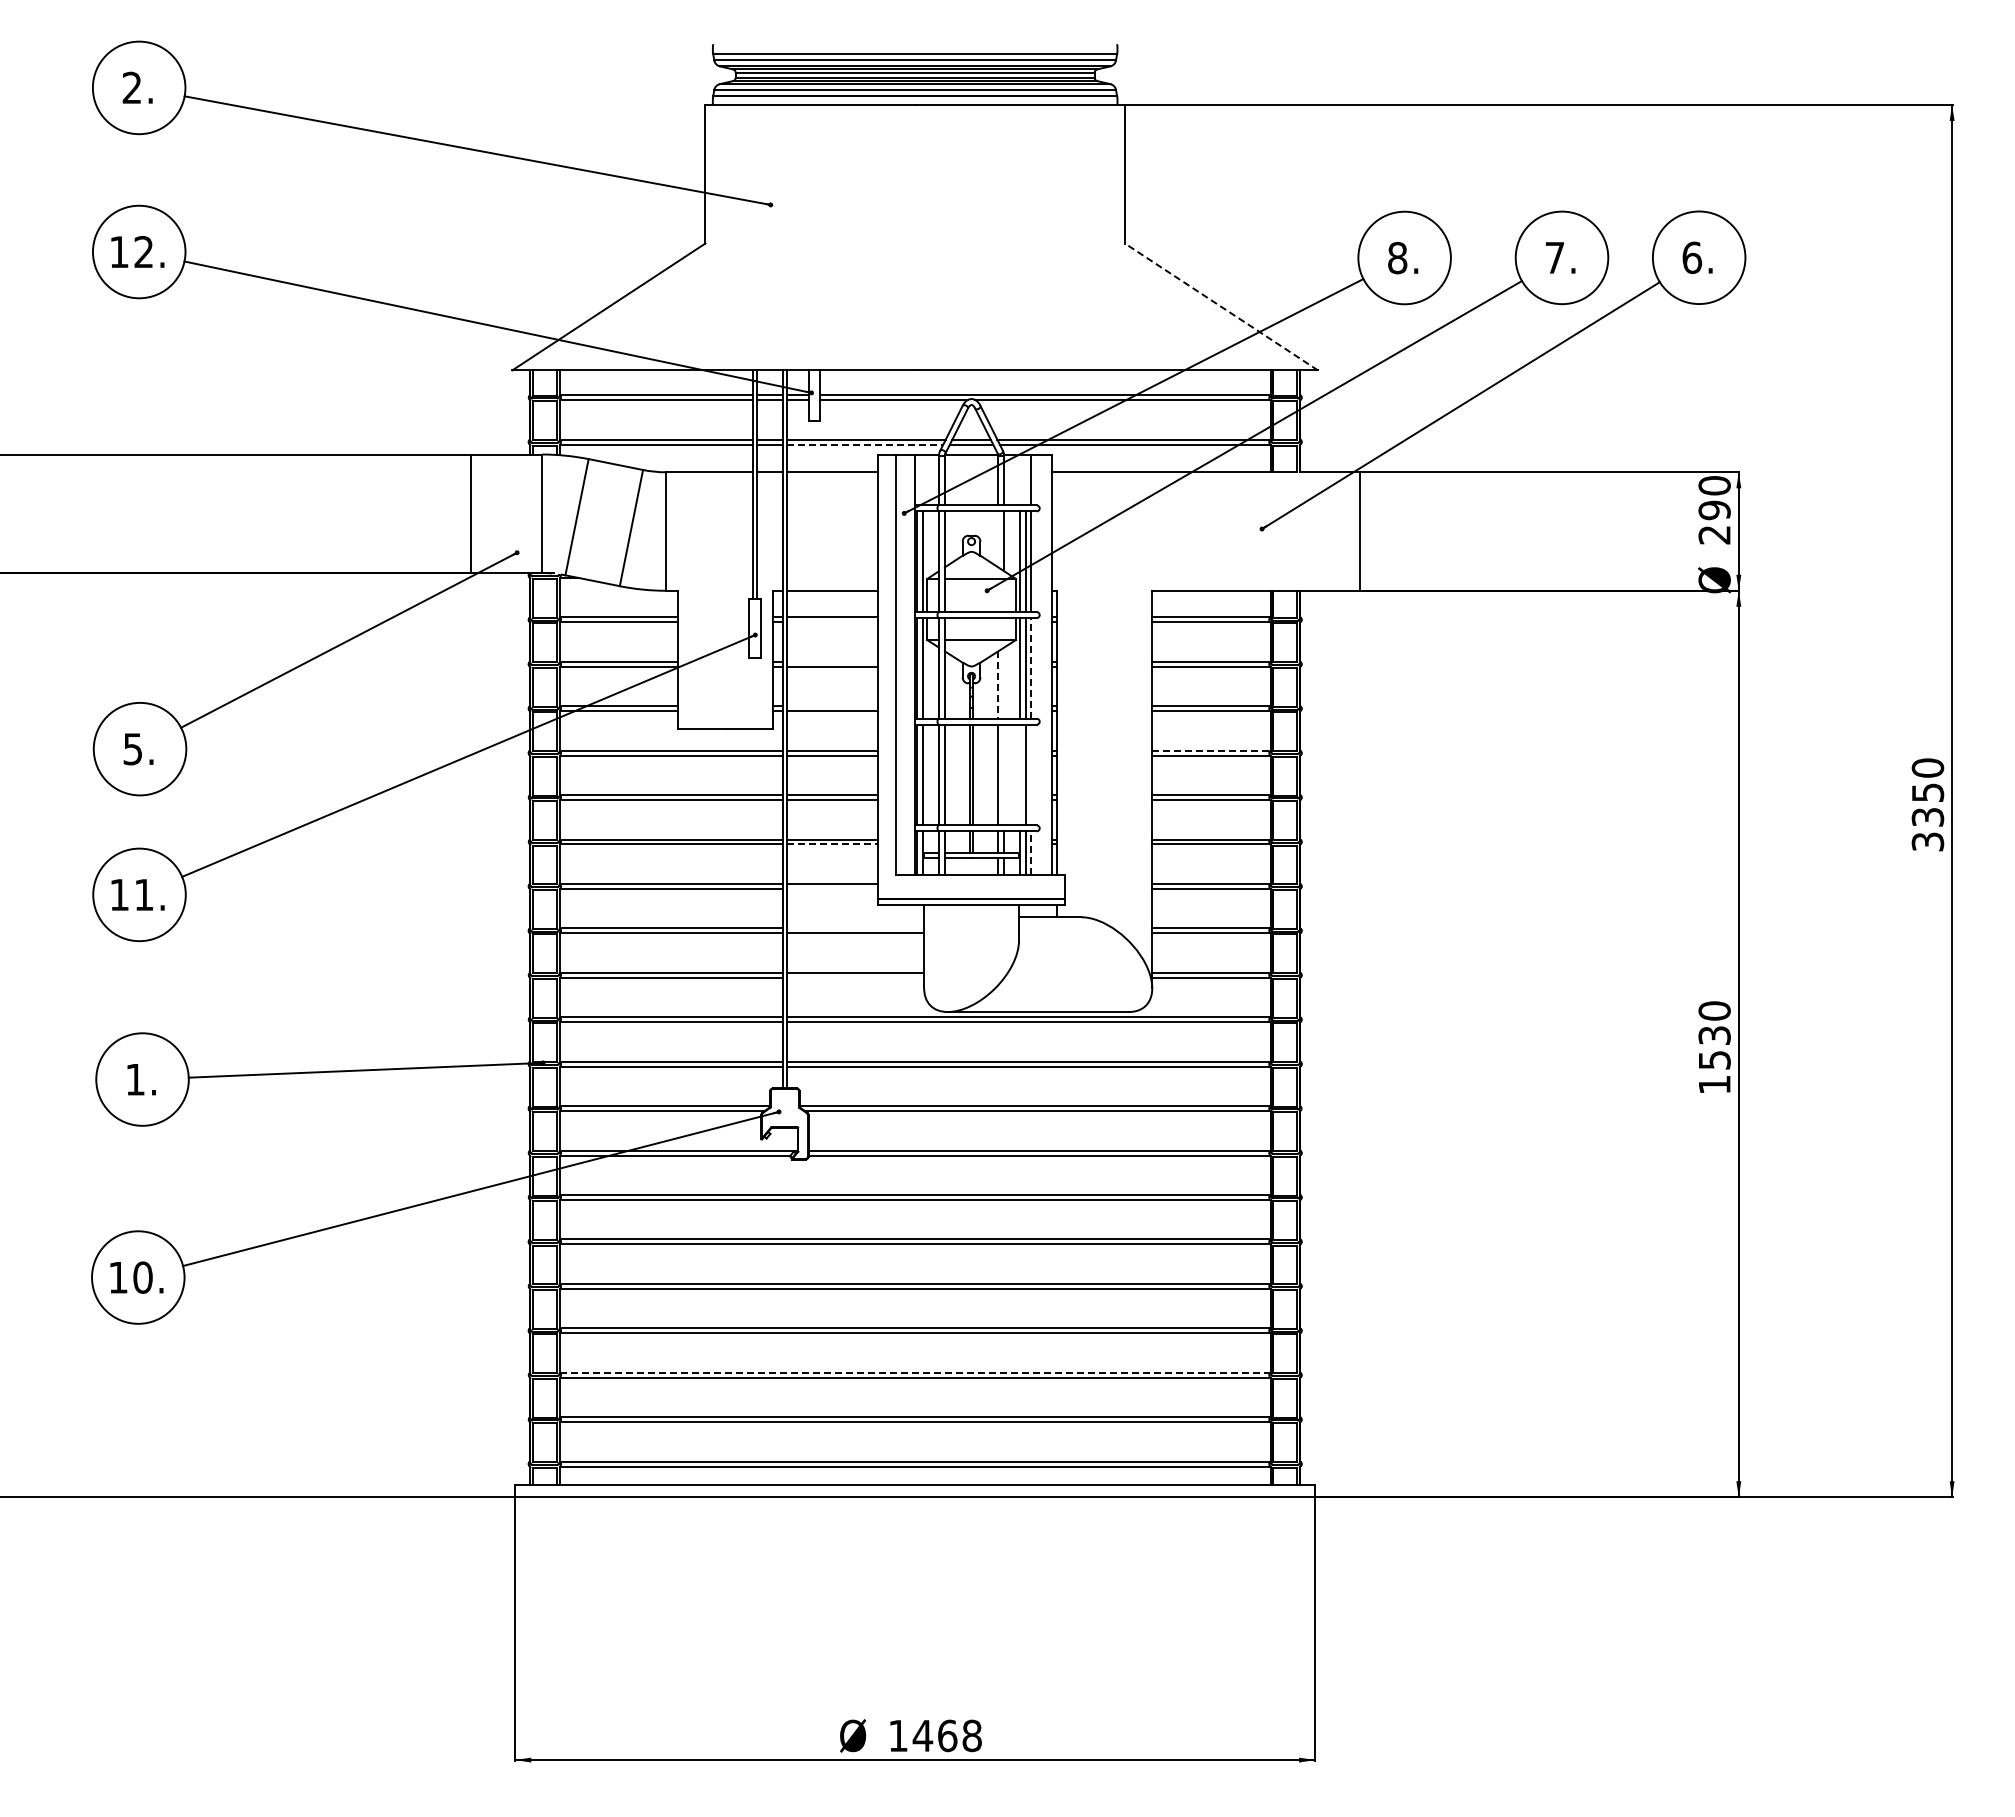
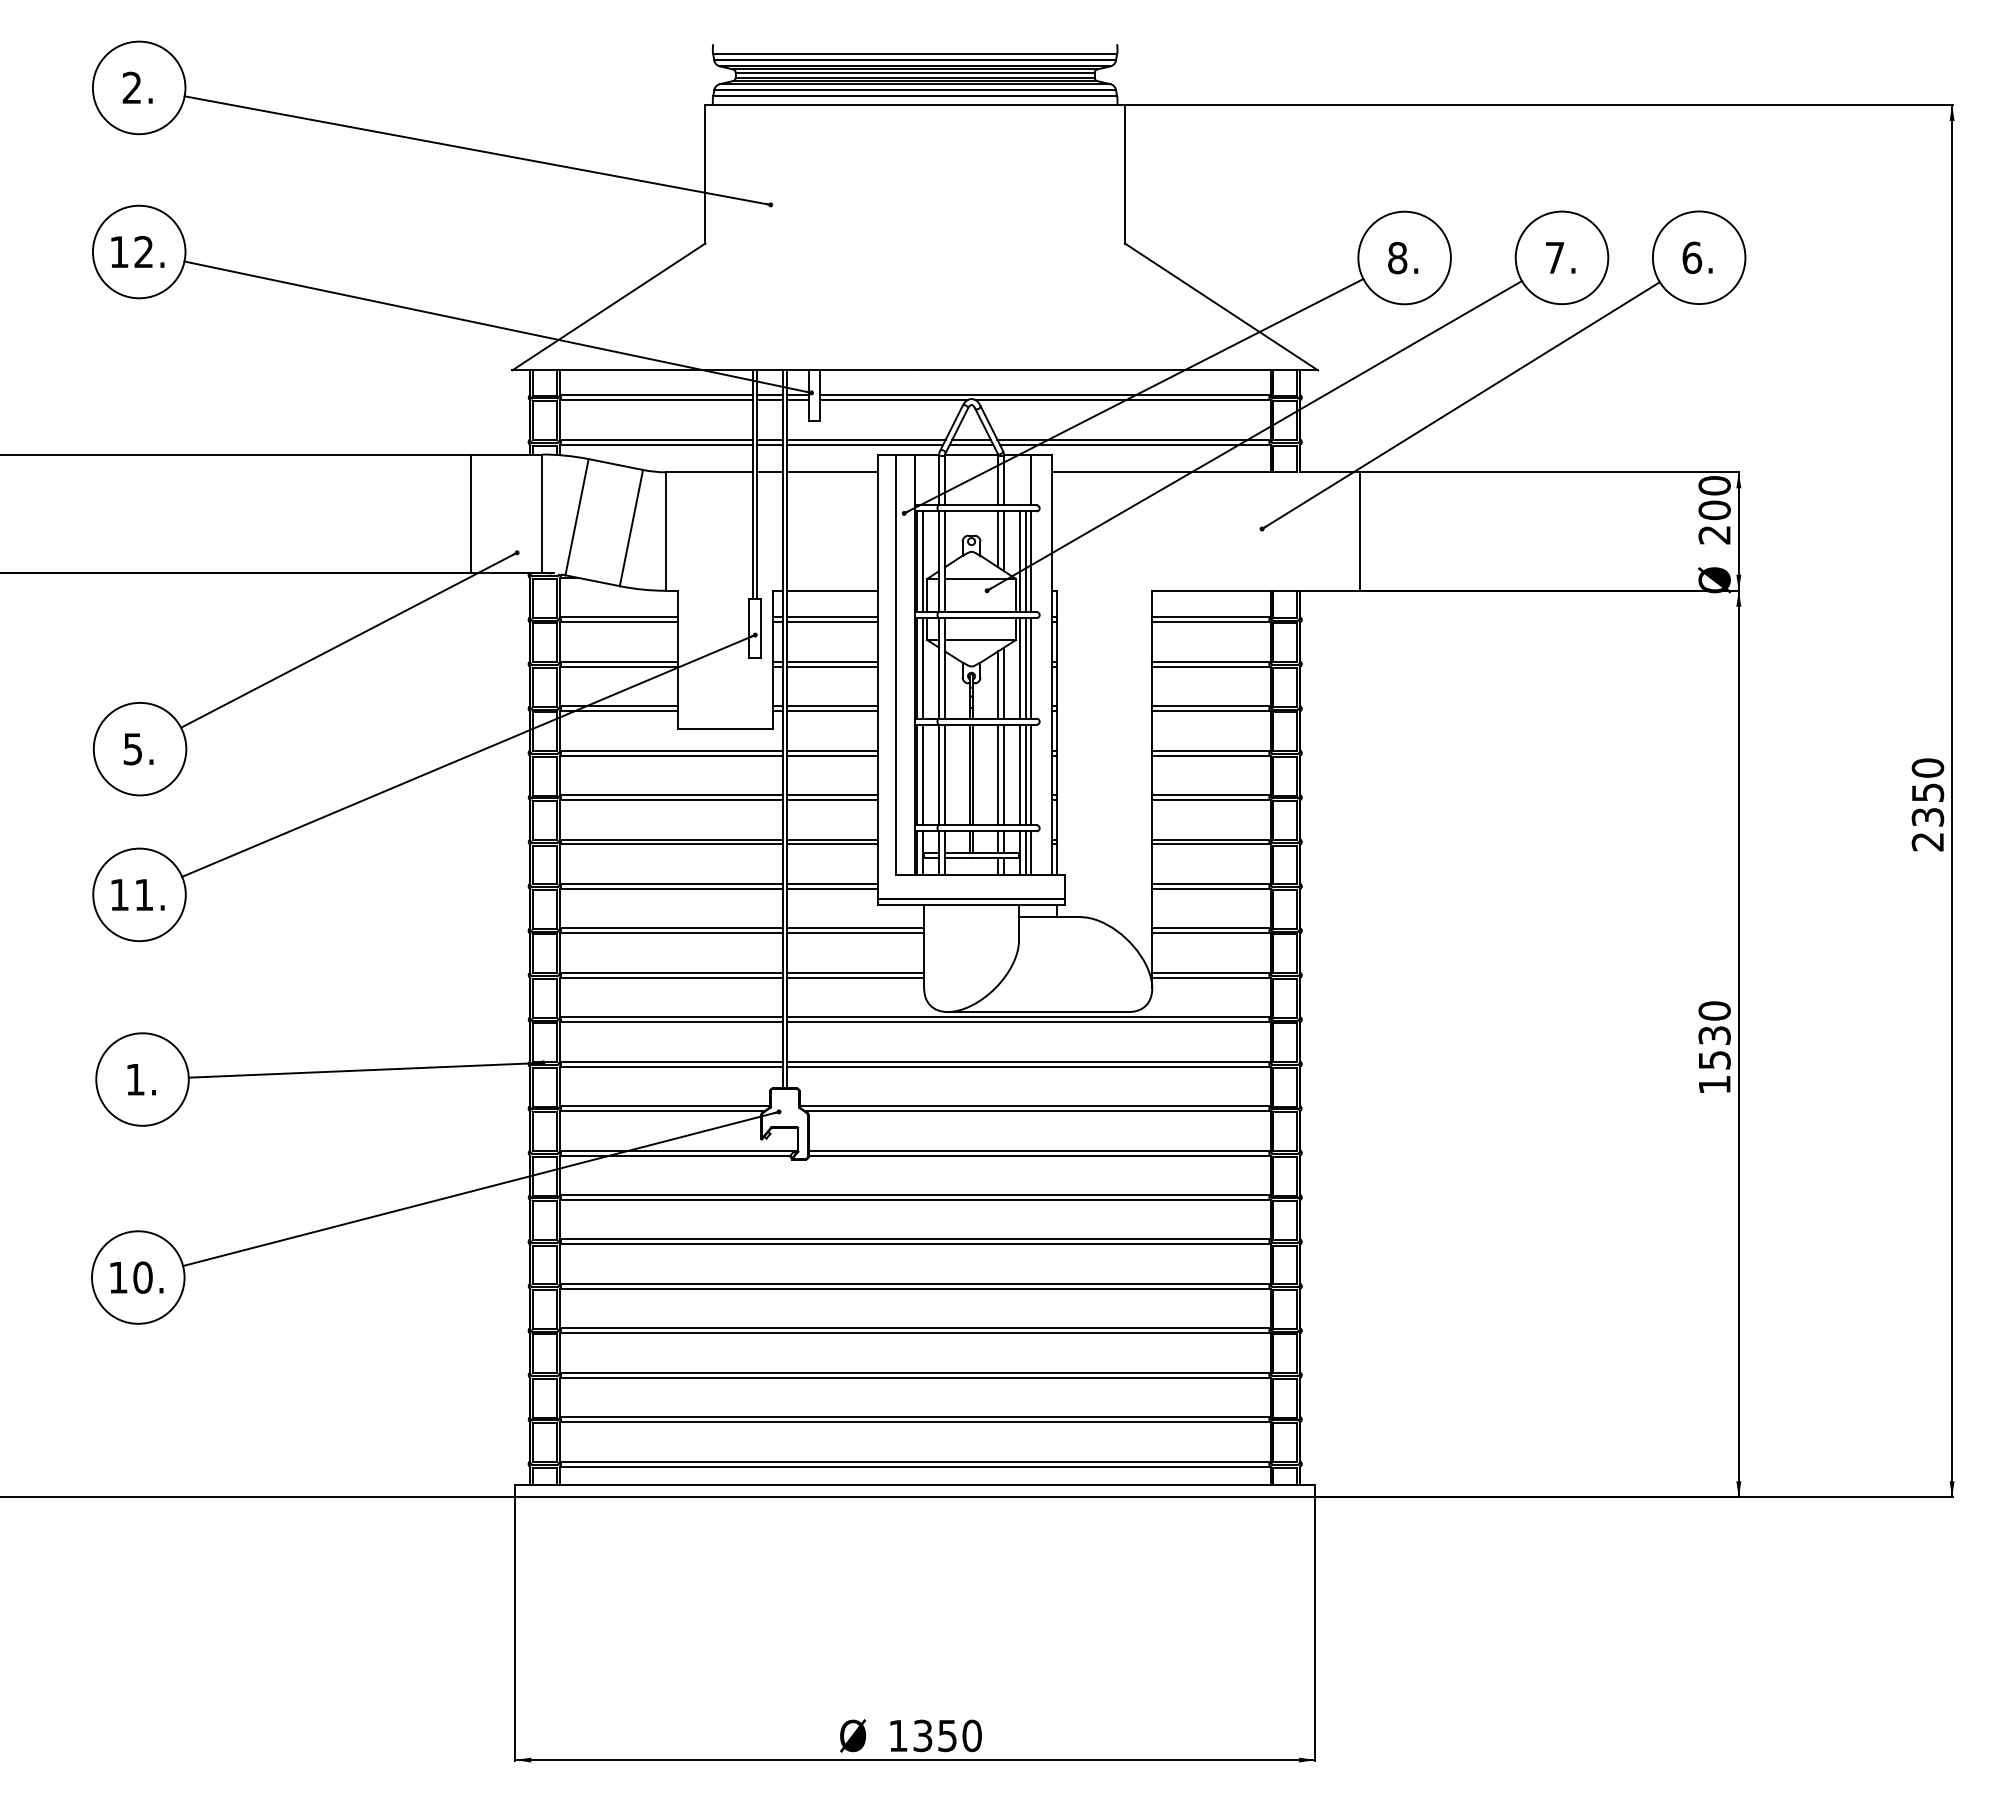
line at (1221, 306): dashed -> solid
line at (865, 444): dashed -> solid
text at (1714, 510): 290 -> 200
line at (998, 539): none -> present
line at (832, 622): none -> present
line at (832, 661): none -> present
line at (1031, 667): dashed -> solid
line at (1004, 682): none -> present
line at (998, 685): dashed -> solid
line at (832, 706): none -> present
line at (1211, 750): dashed -> solid
line at (1004, 774): none -> present
line at (1019, 774): none -> present
line at (1031, 774): none -> present
text at (1928, 841): 3350 -> 2350
line at (832, 844): dashed -> solid
line at (1031, 853): dashed -> solid
line at (832, 888): none -> present
line at (855, 928): none -> present
line at (855, 977): none -> present
line at (915, 1372): dashed -> solid
text at (946, 1735): 1468 -> 1350
